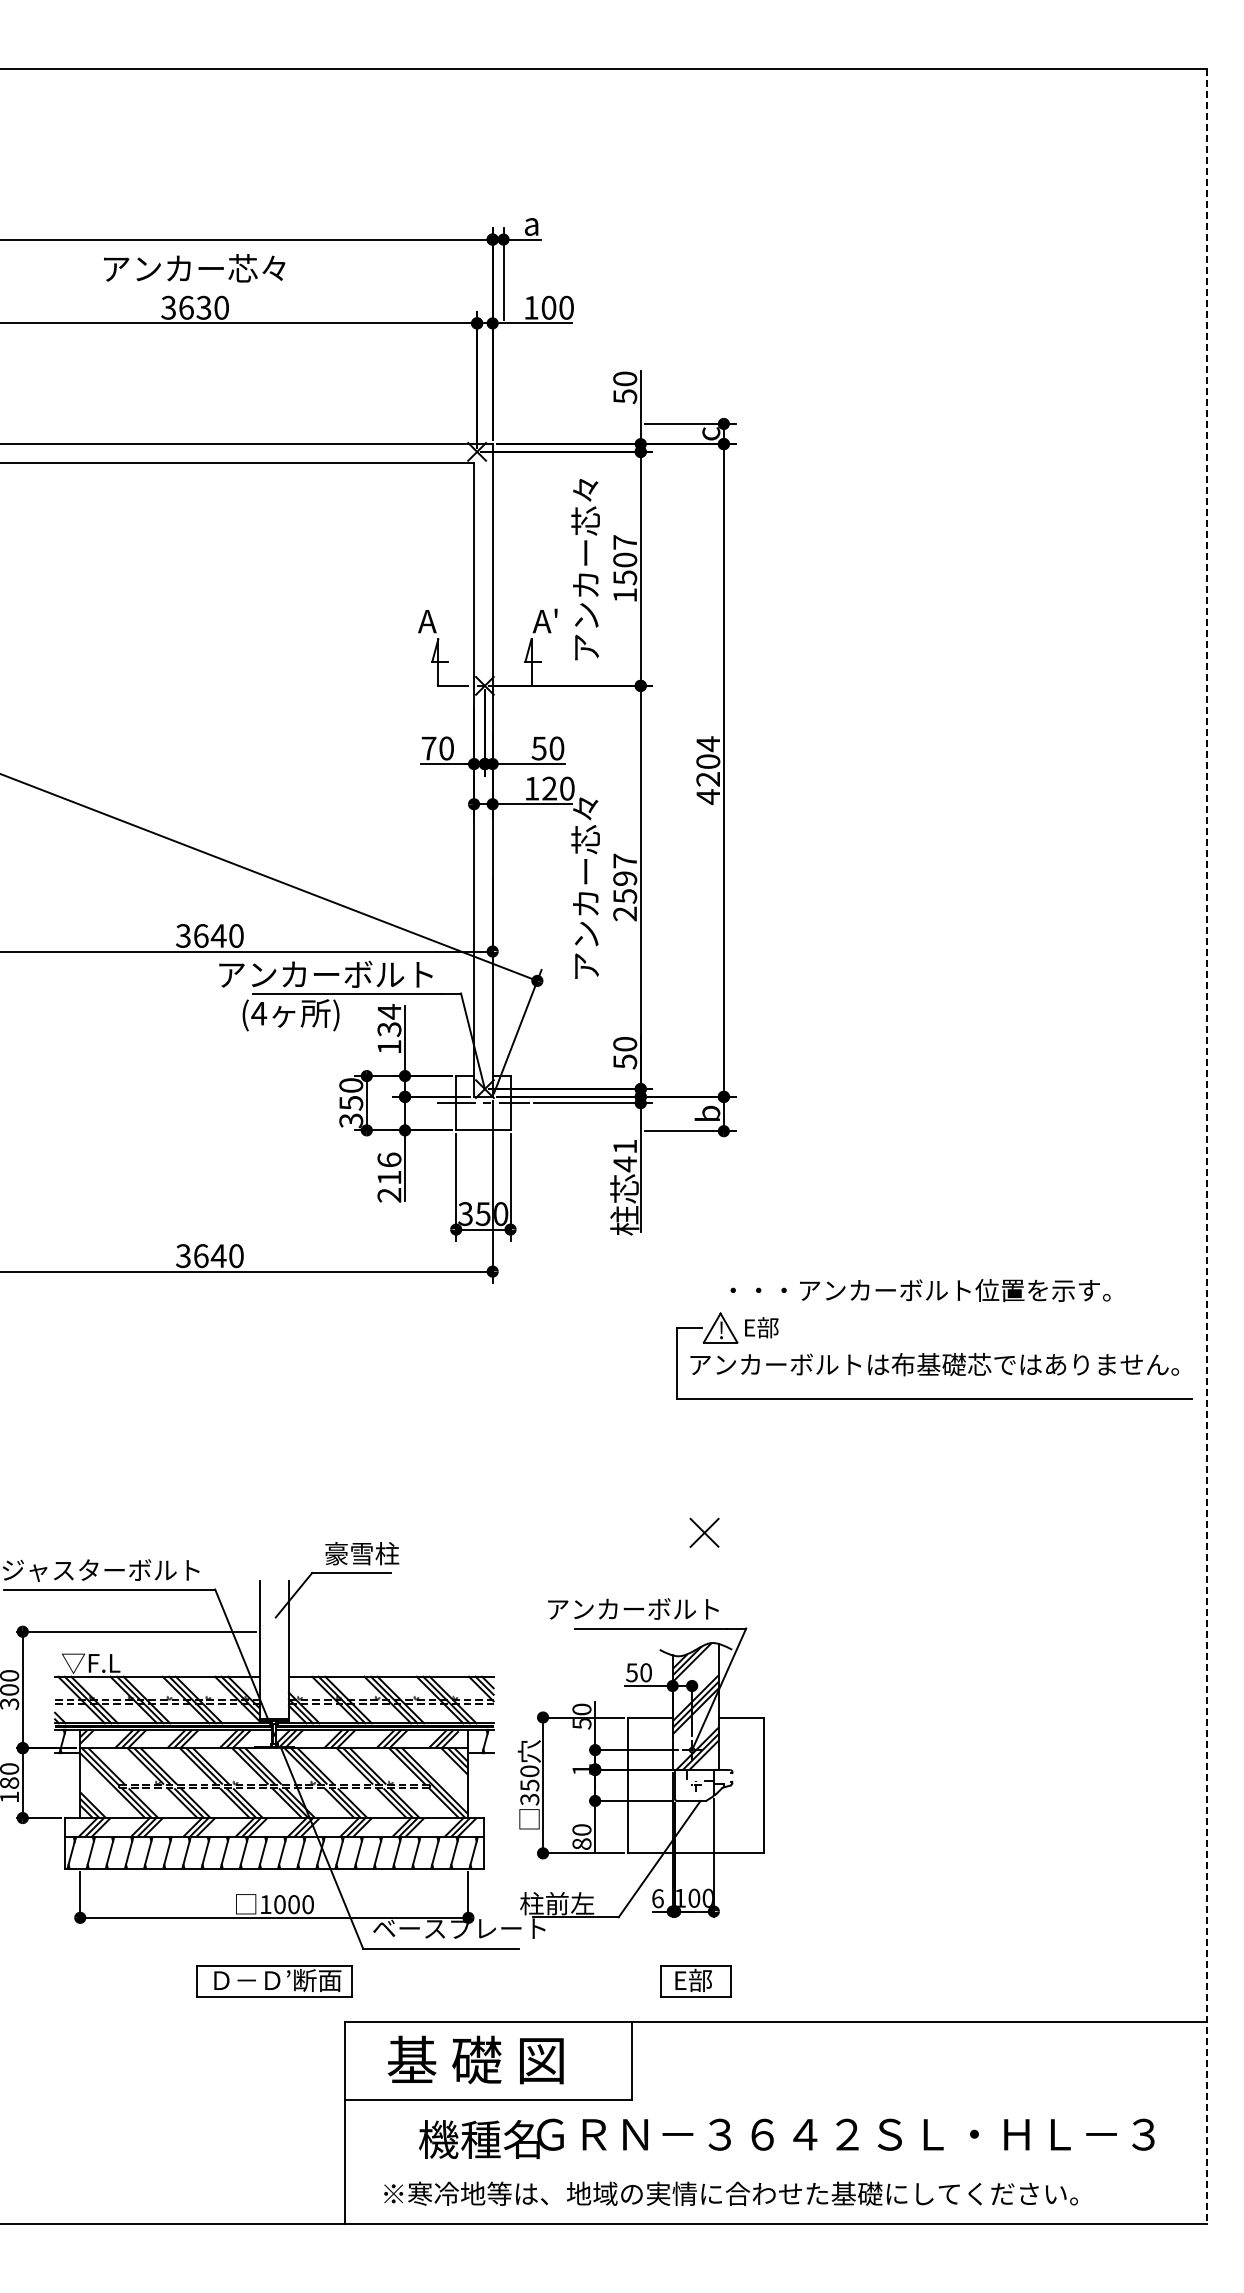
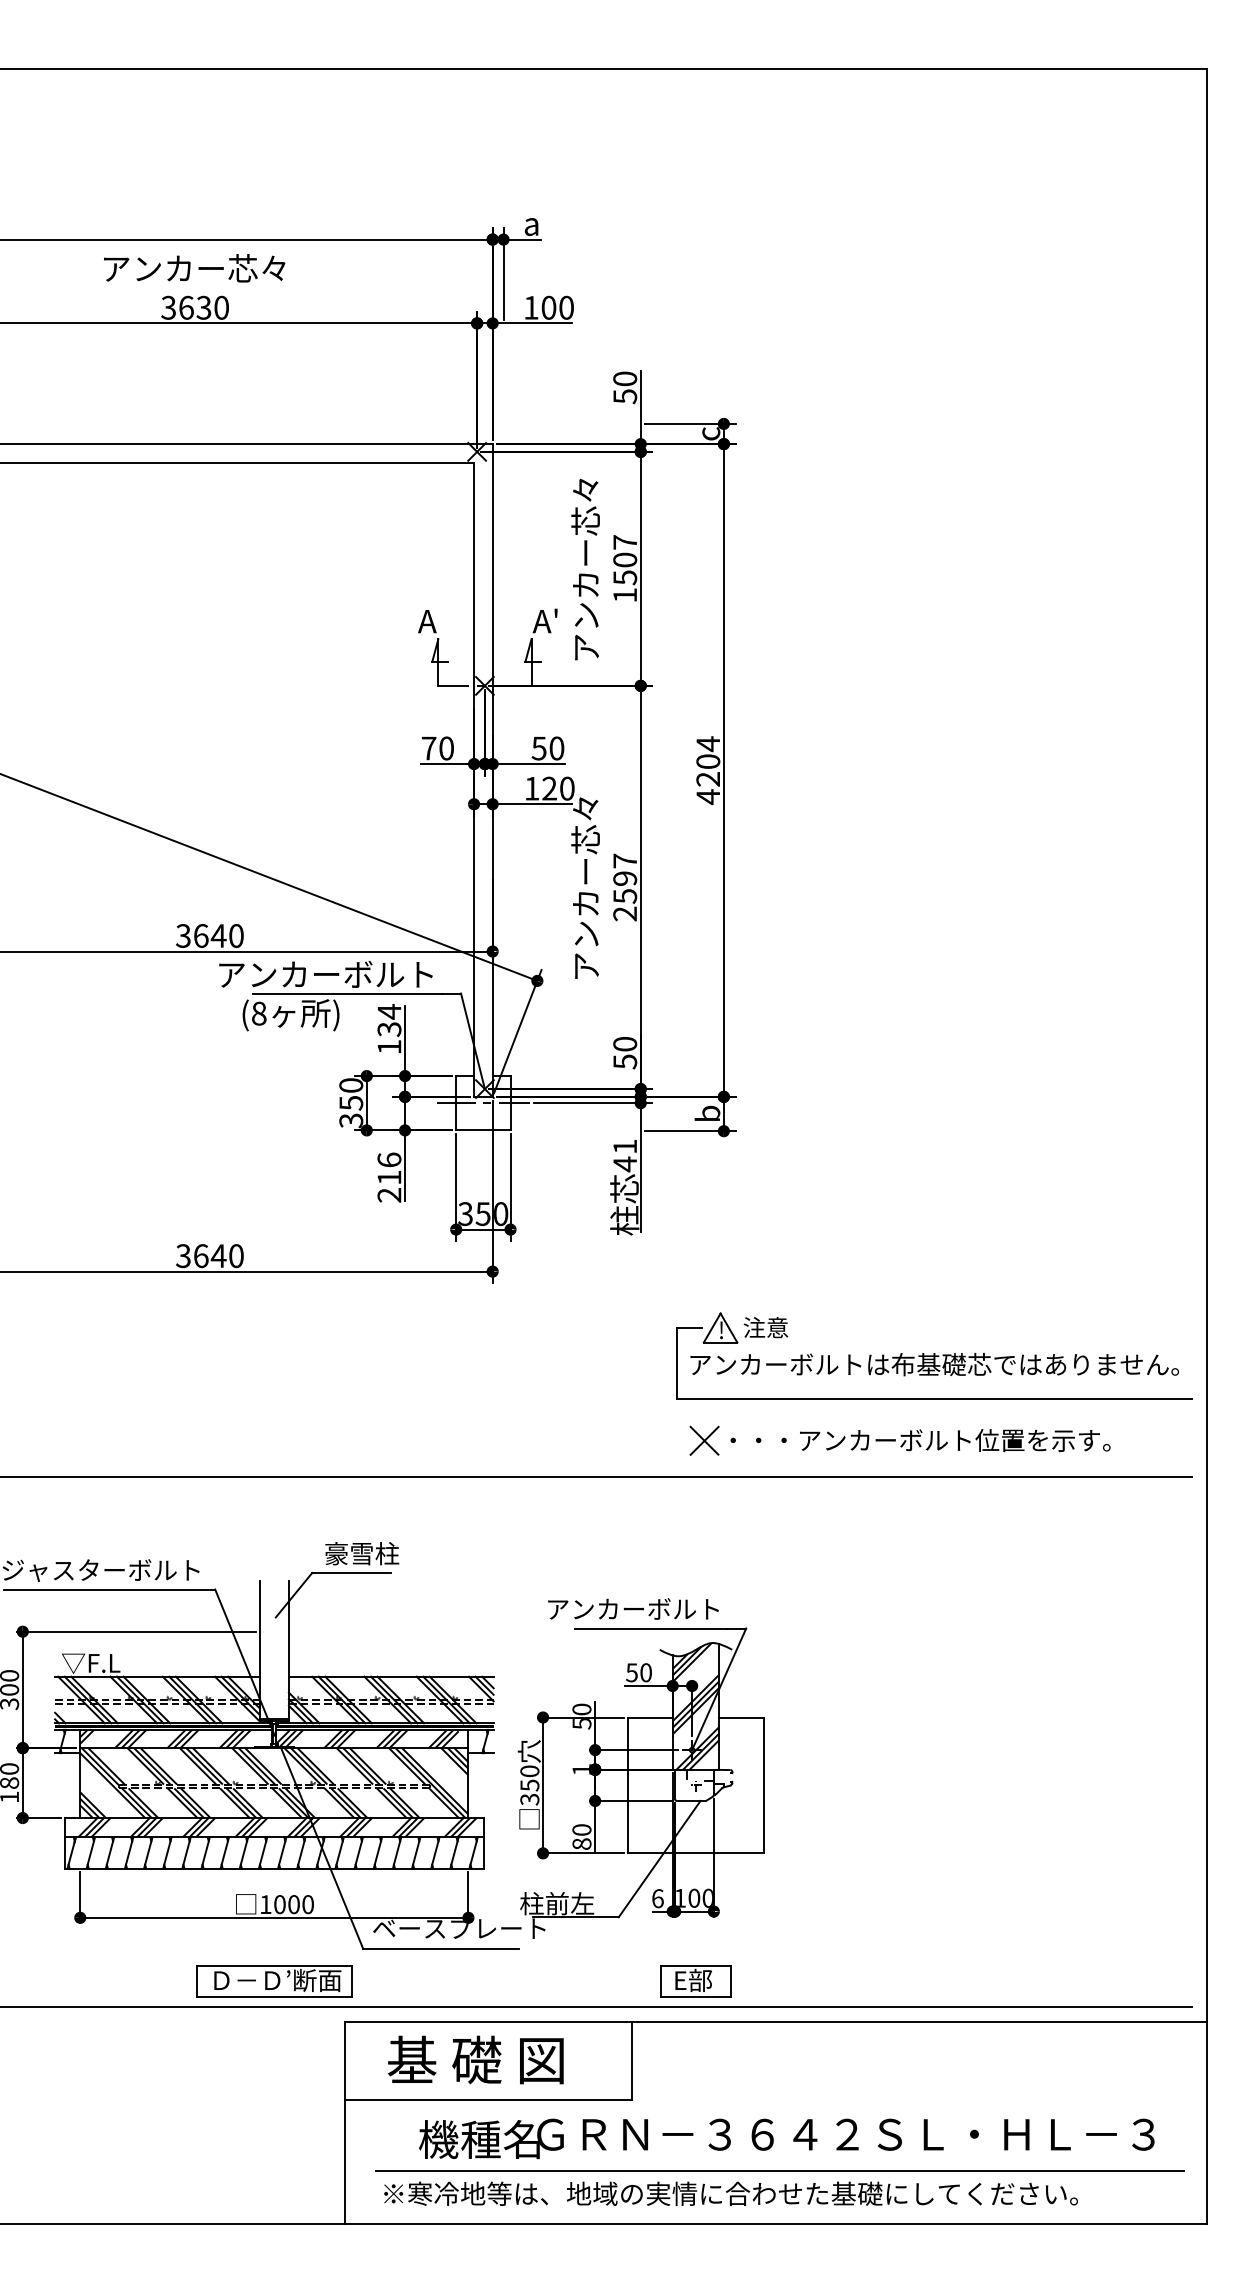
text at (259, 1013): (4 -> (8
line at (1206, 1146): dashed -> solid
text at (920, 1290) position: (920, 1290) -> (920, 1440)
text at (765, 1327): E部 -> 注意
line at (596, 1476): none -> present
part at (704, 1532) position: (704, 1532) -> (704, 1440)
line at (596, 2006): none -> present
line at (779, 2170): none -> present
